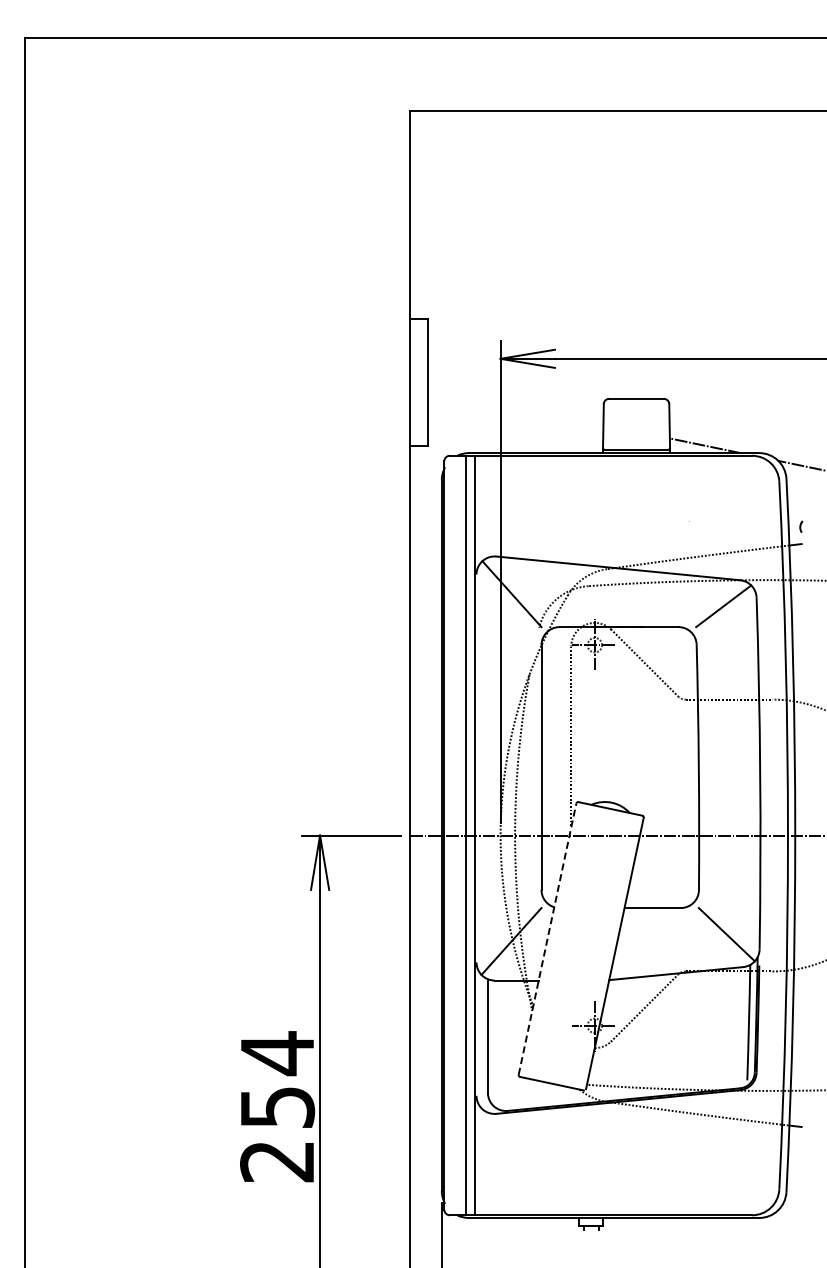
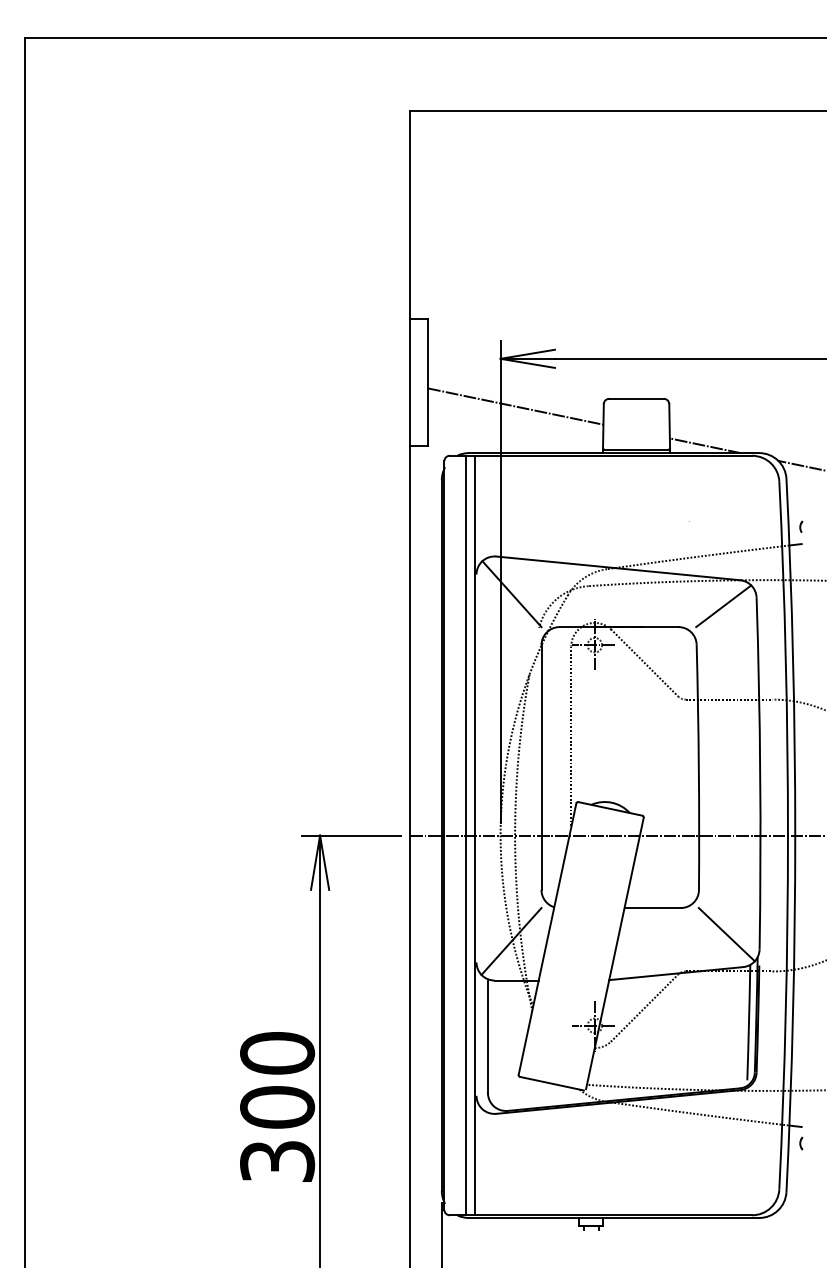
line at (515, 406): none -> present
line at (547, 939): dashed -> solid
text at (277, 1106): 254 -> 300
part at (801, 1143): none -> present
